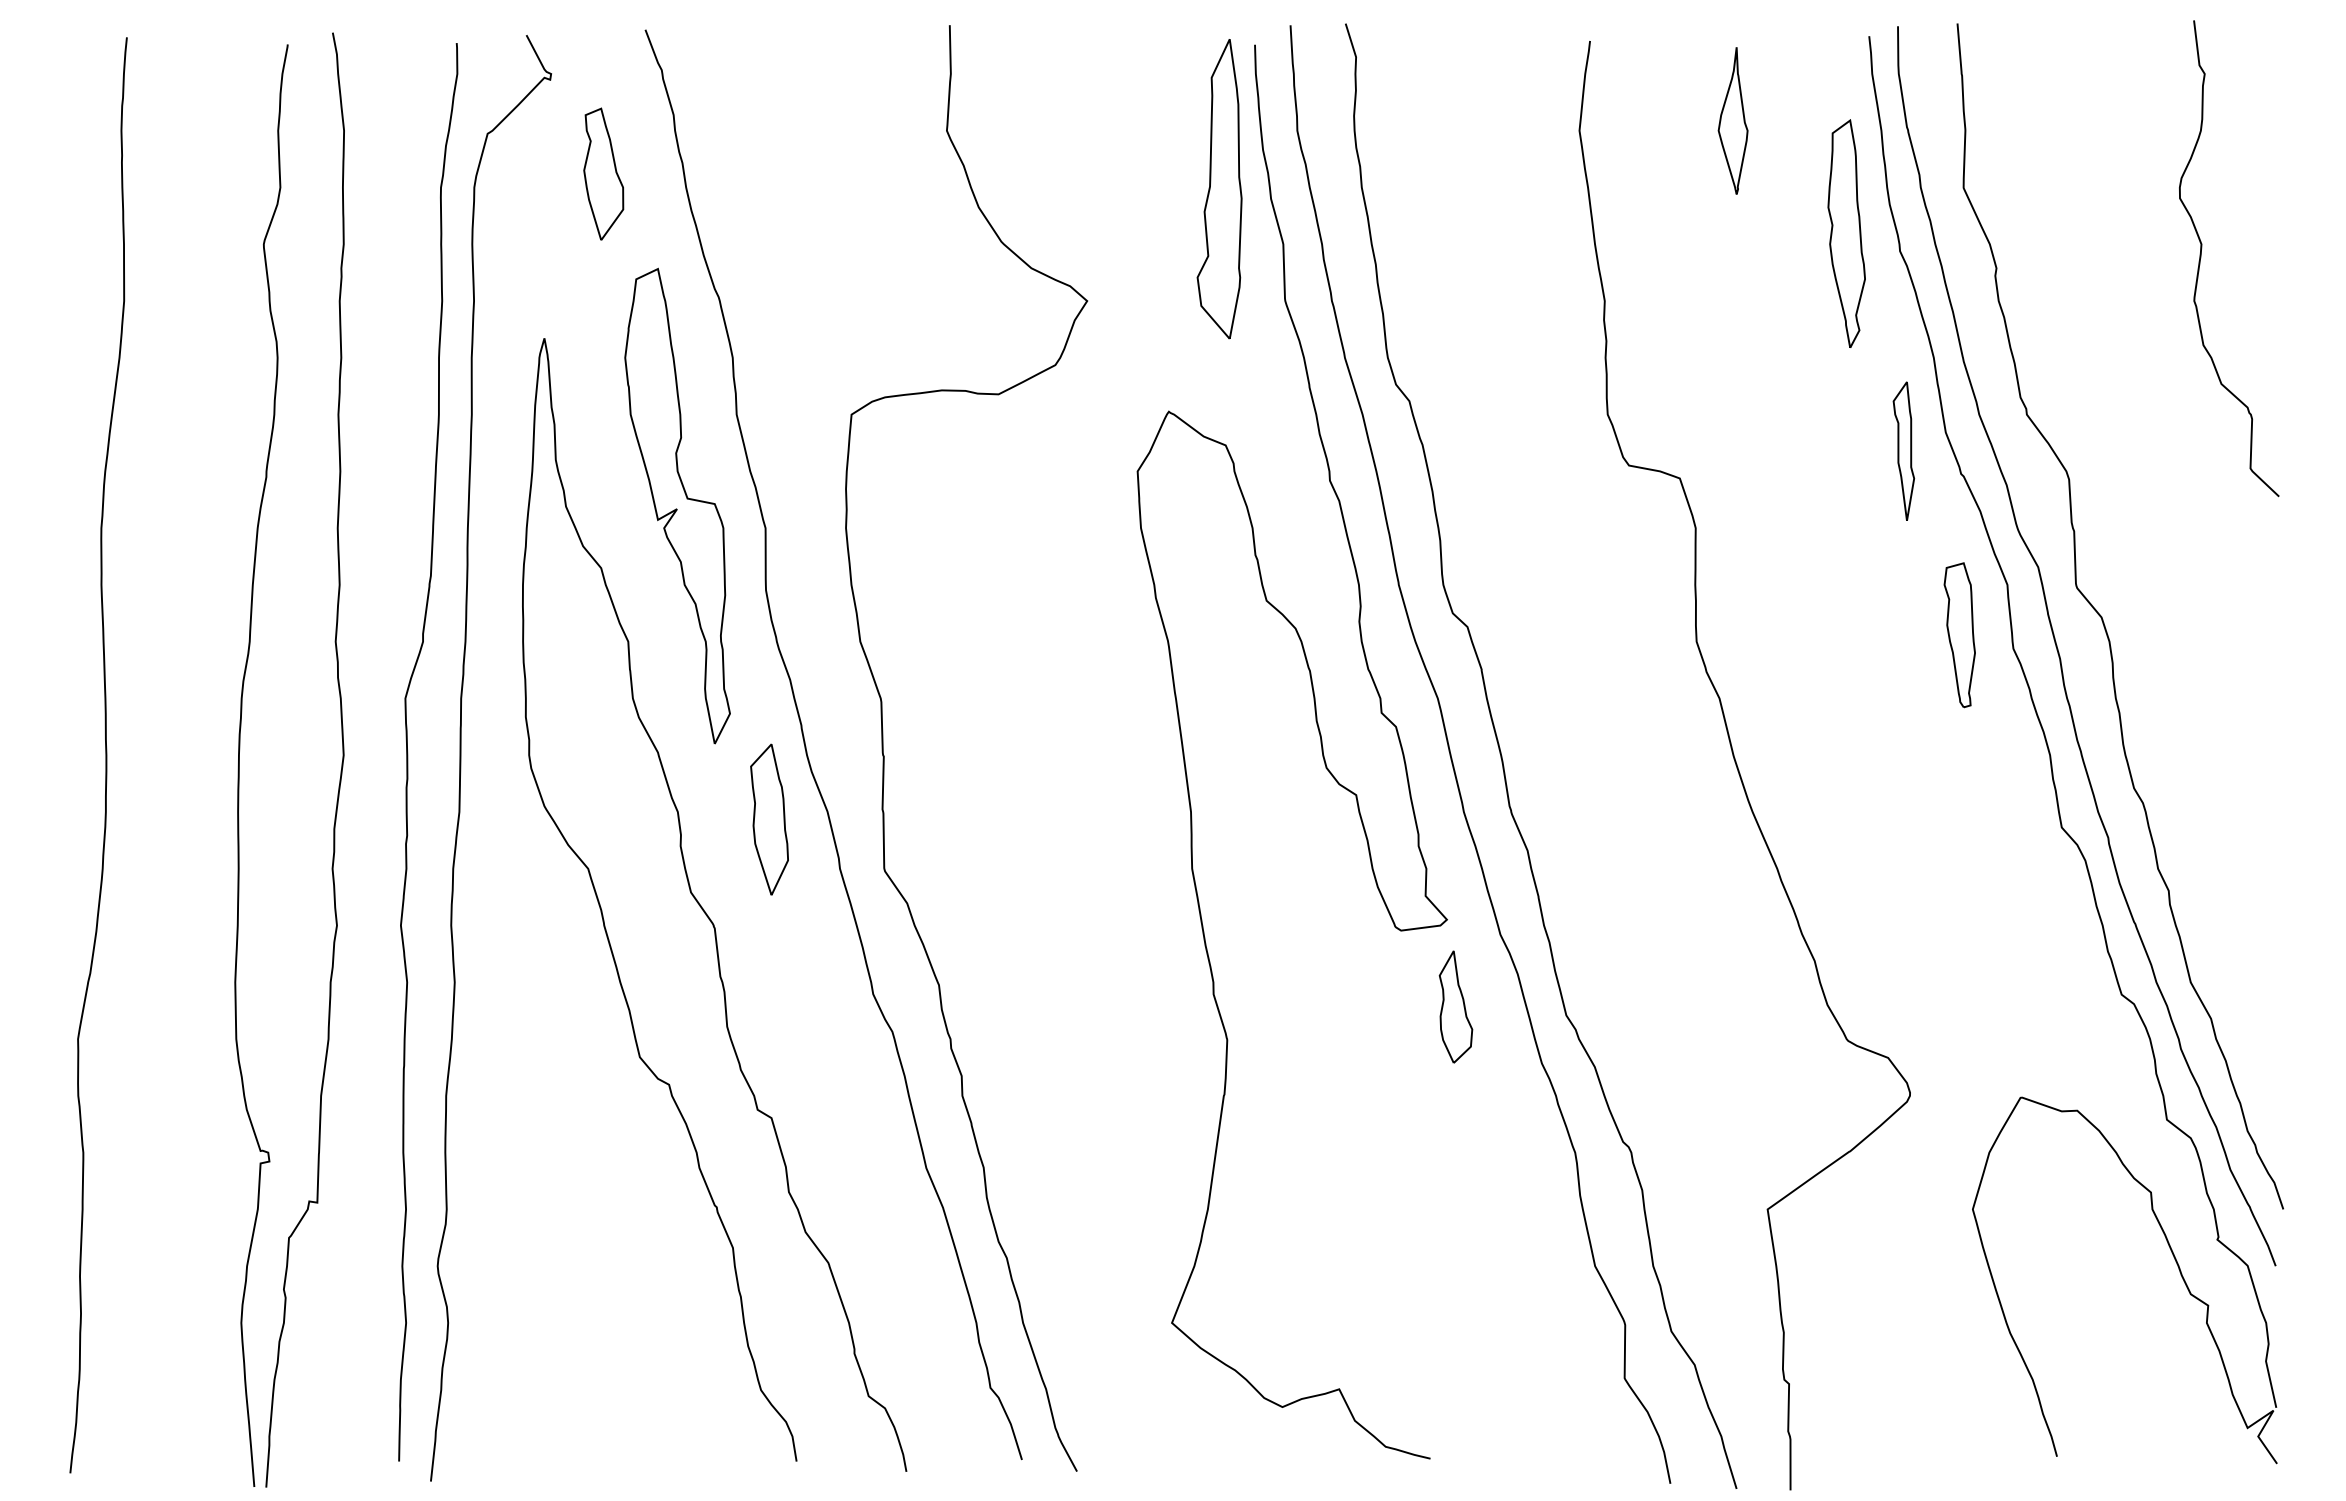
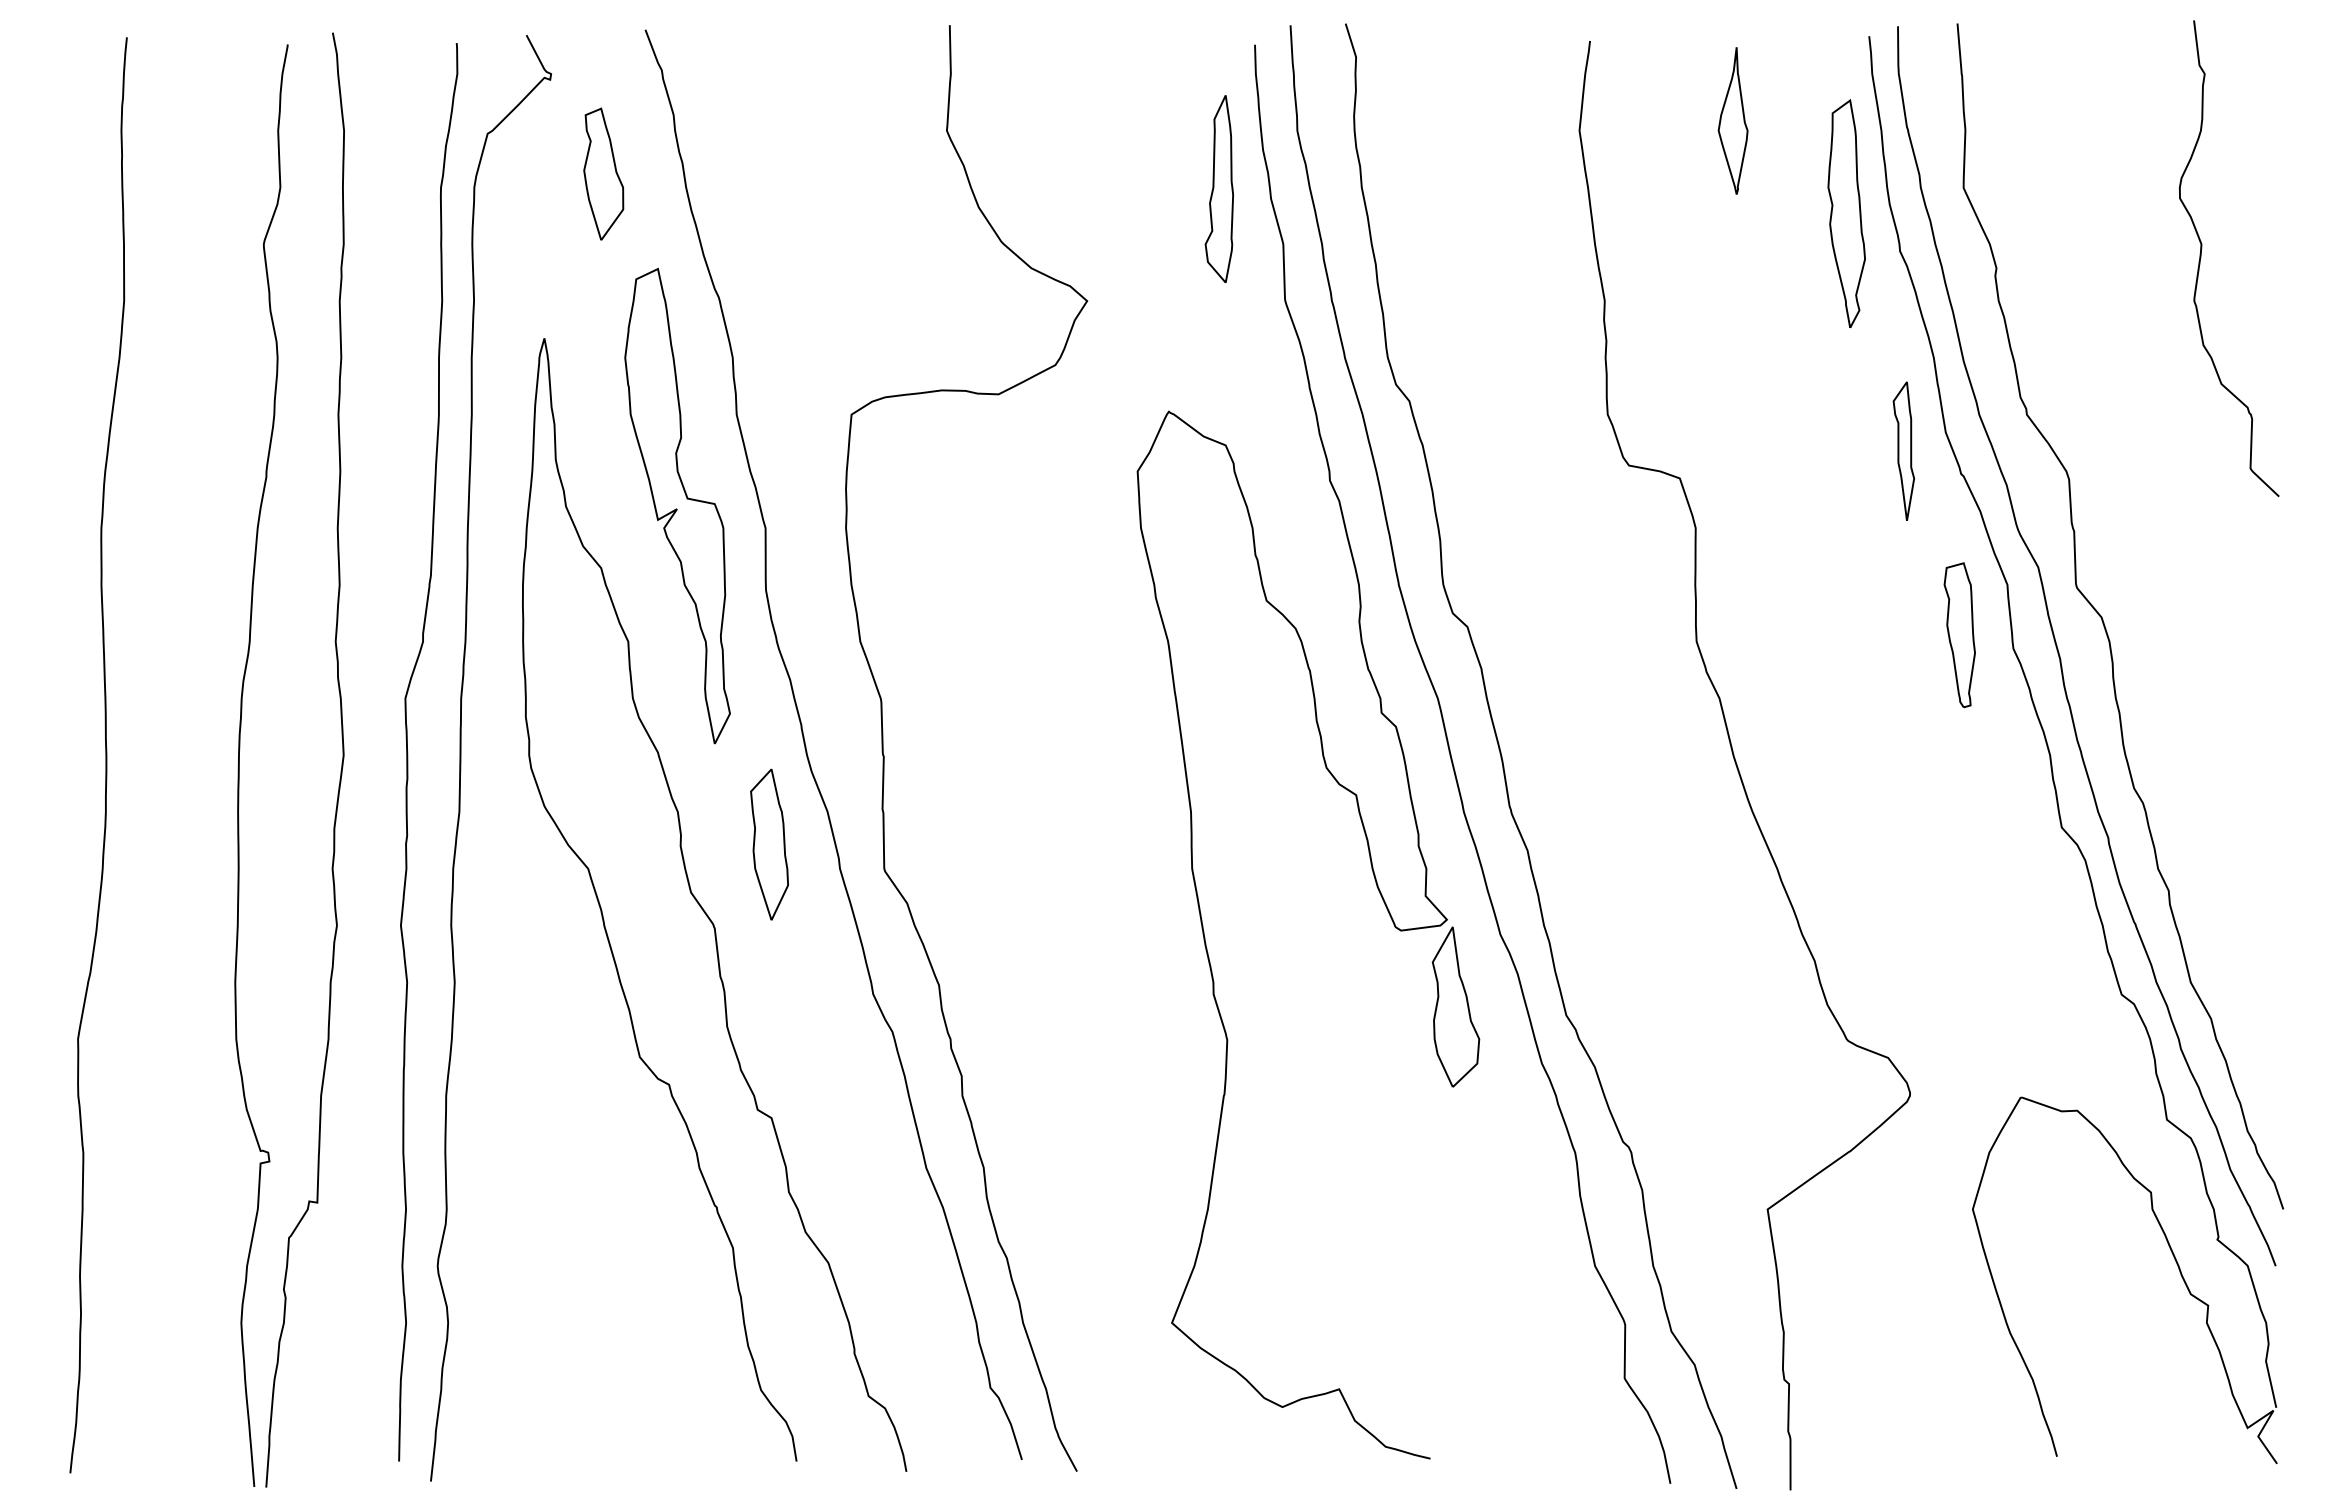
part at (1219, 189) size: 47x301 px -> 30x188 px
part at (1846, 233) position: (1846, 233) -> (1846, 213)
part at (769, 819) position: (769, 819) -> (769, 844)
part at (1455, 1006) size: 36x114 px -> 50x162 px
